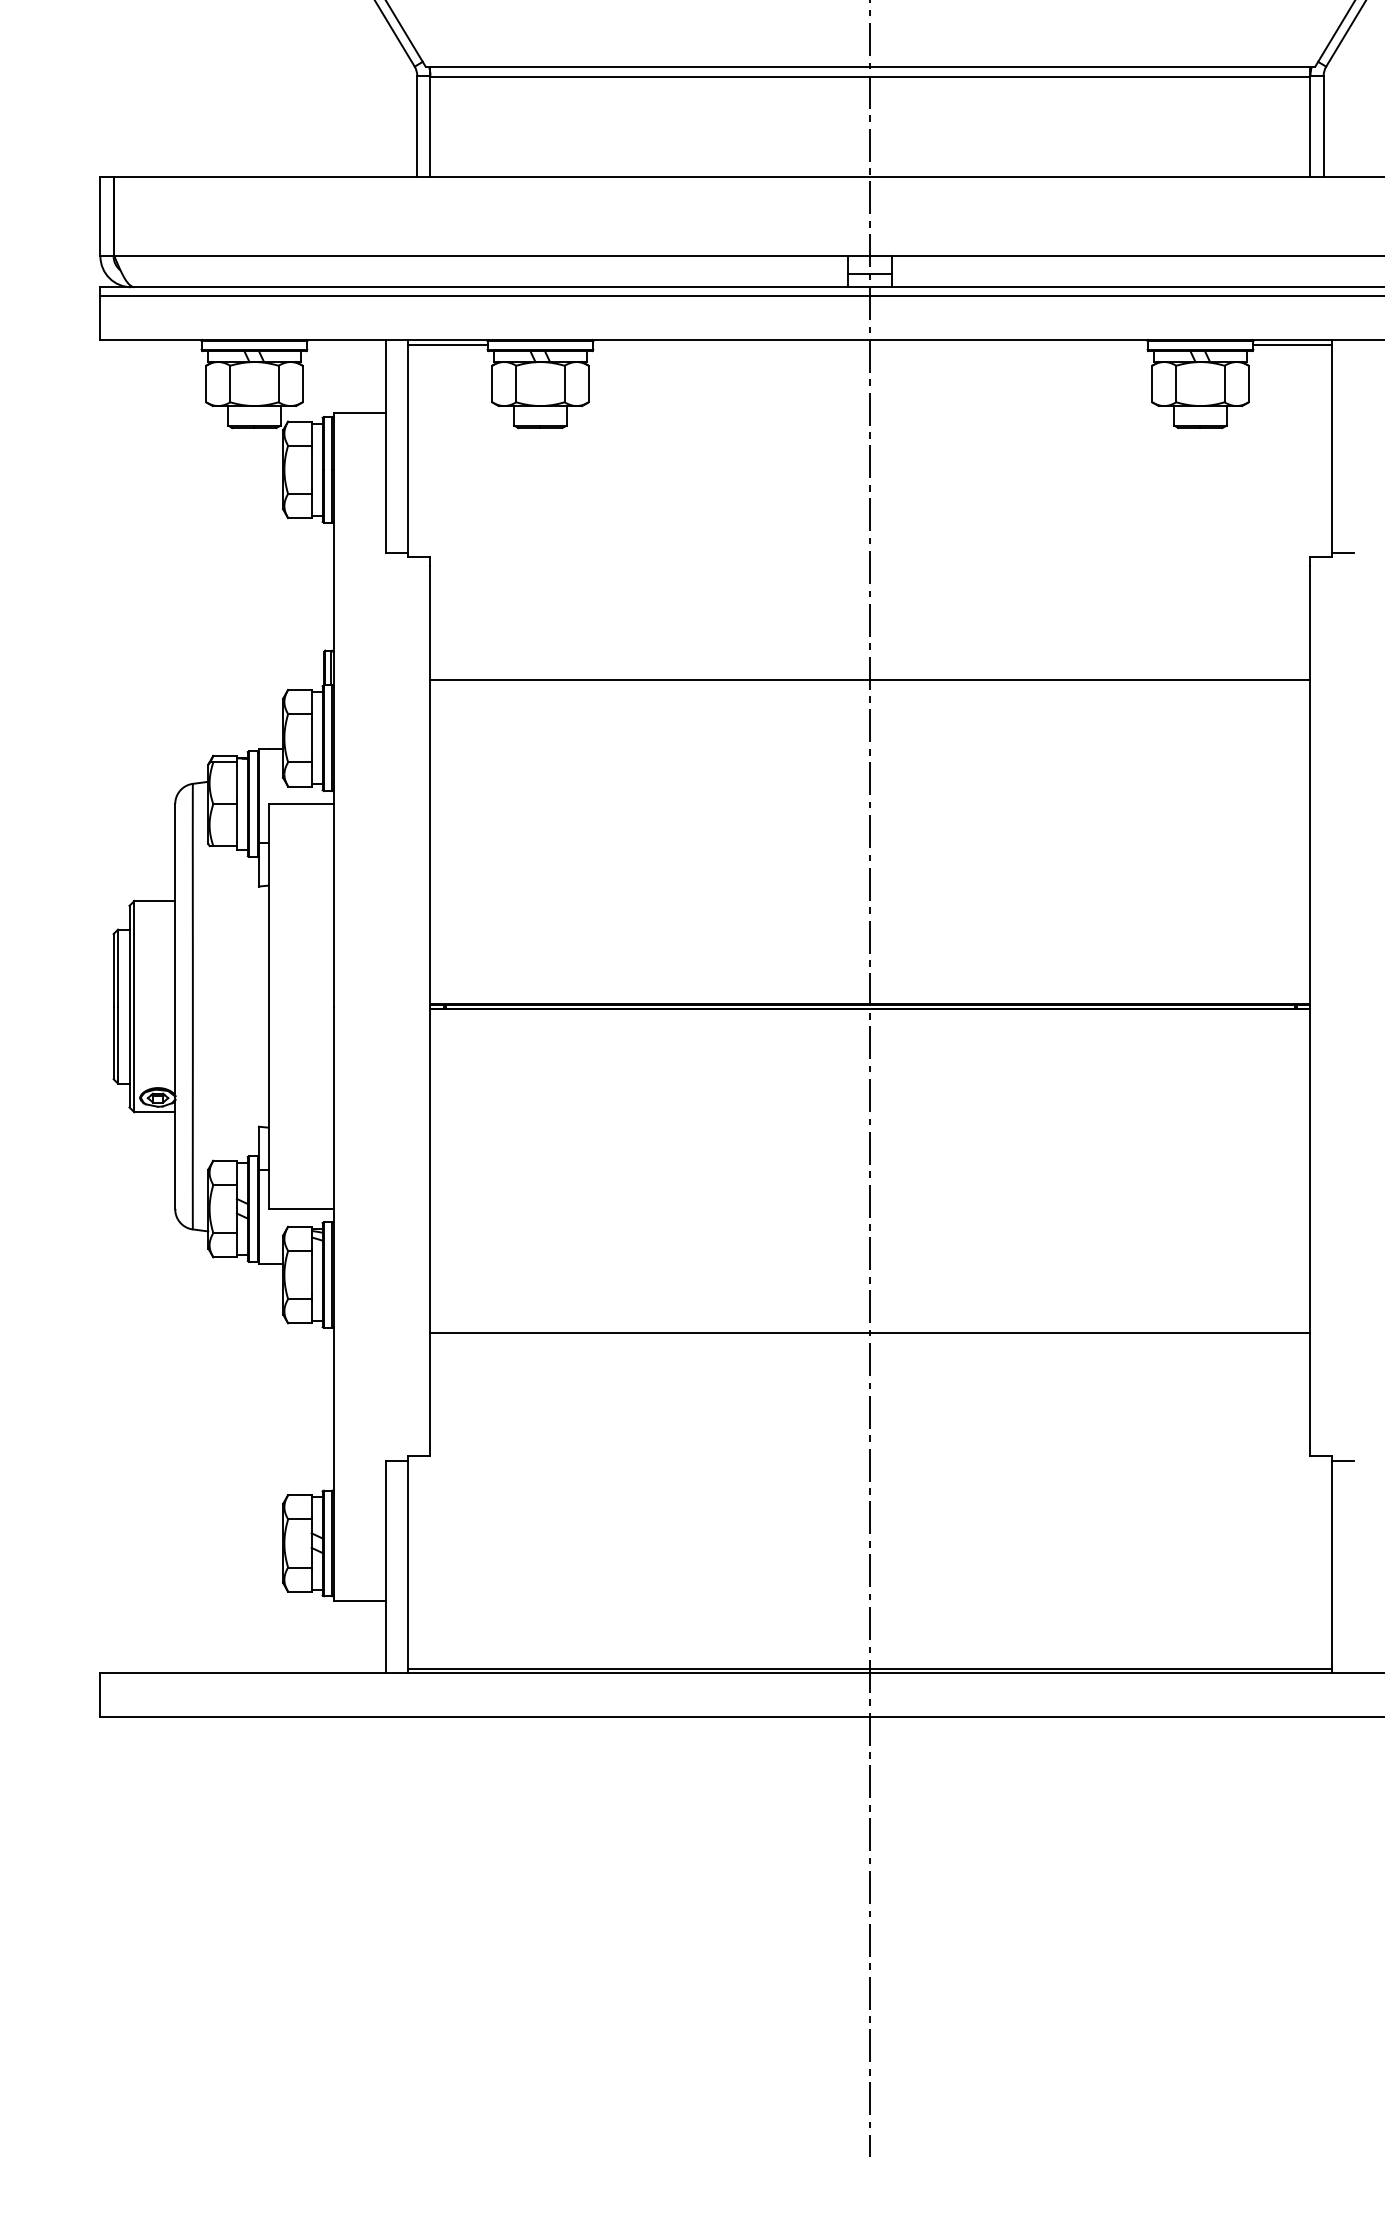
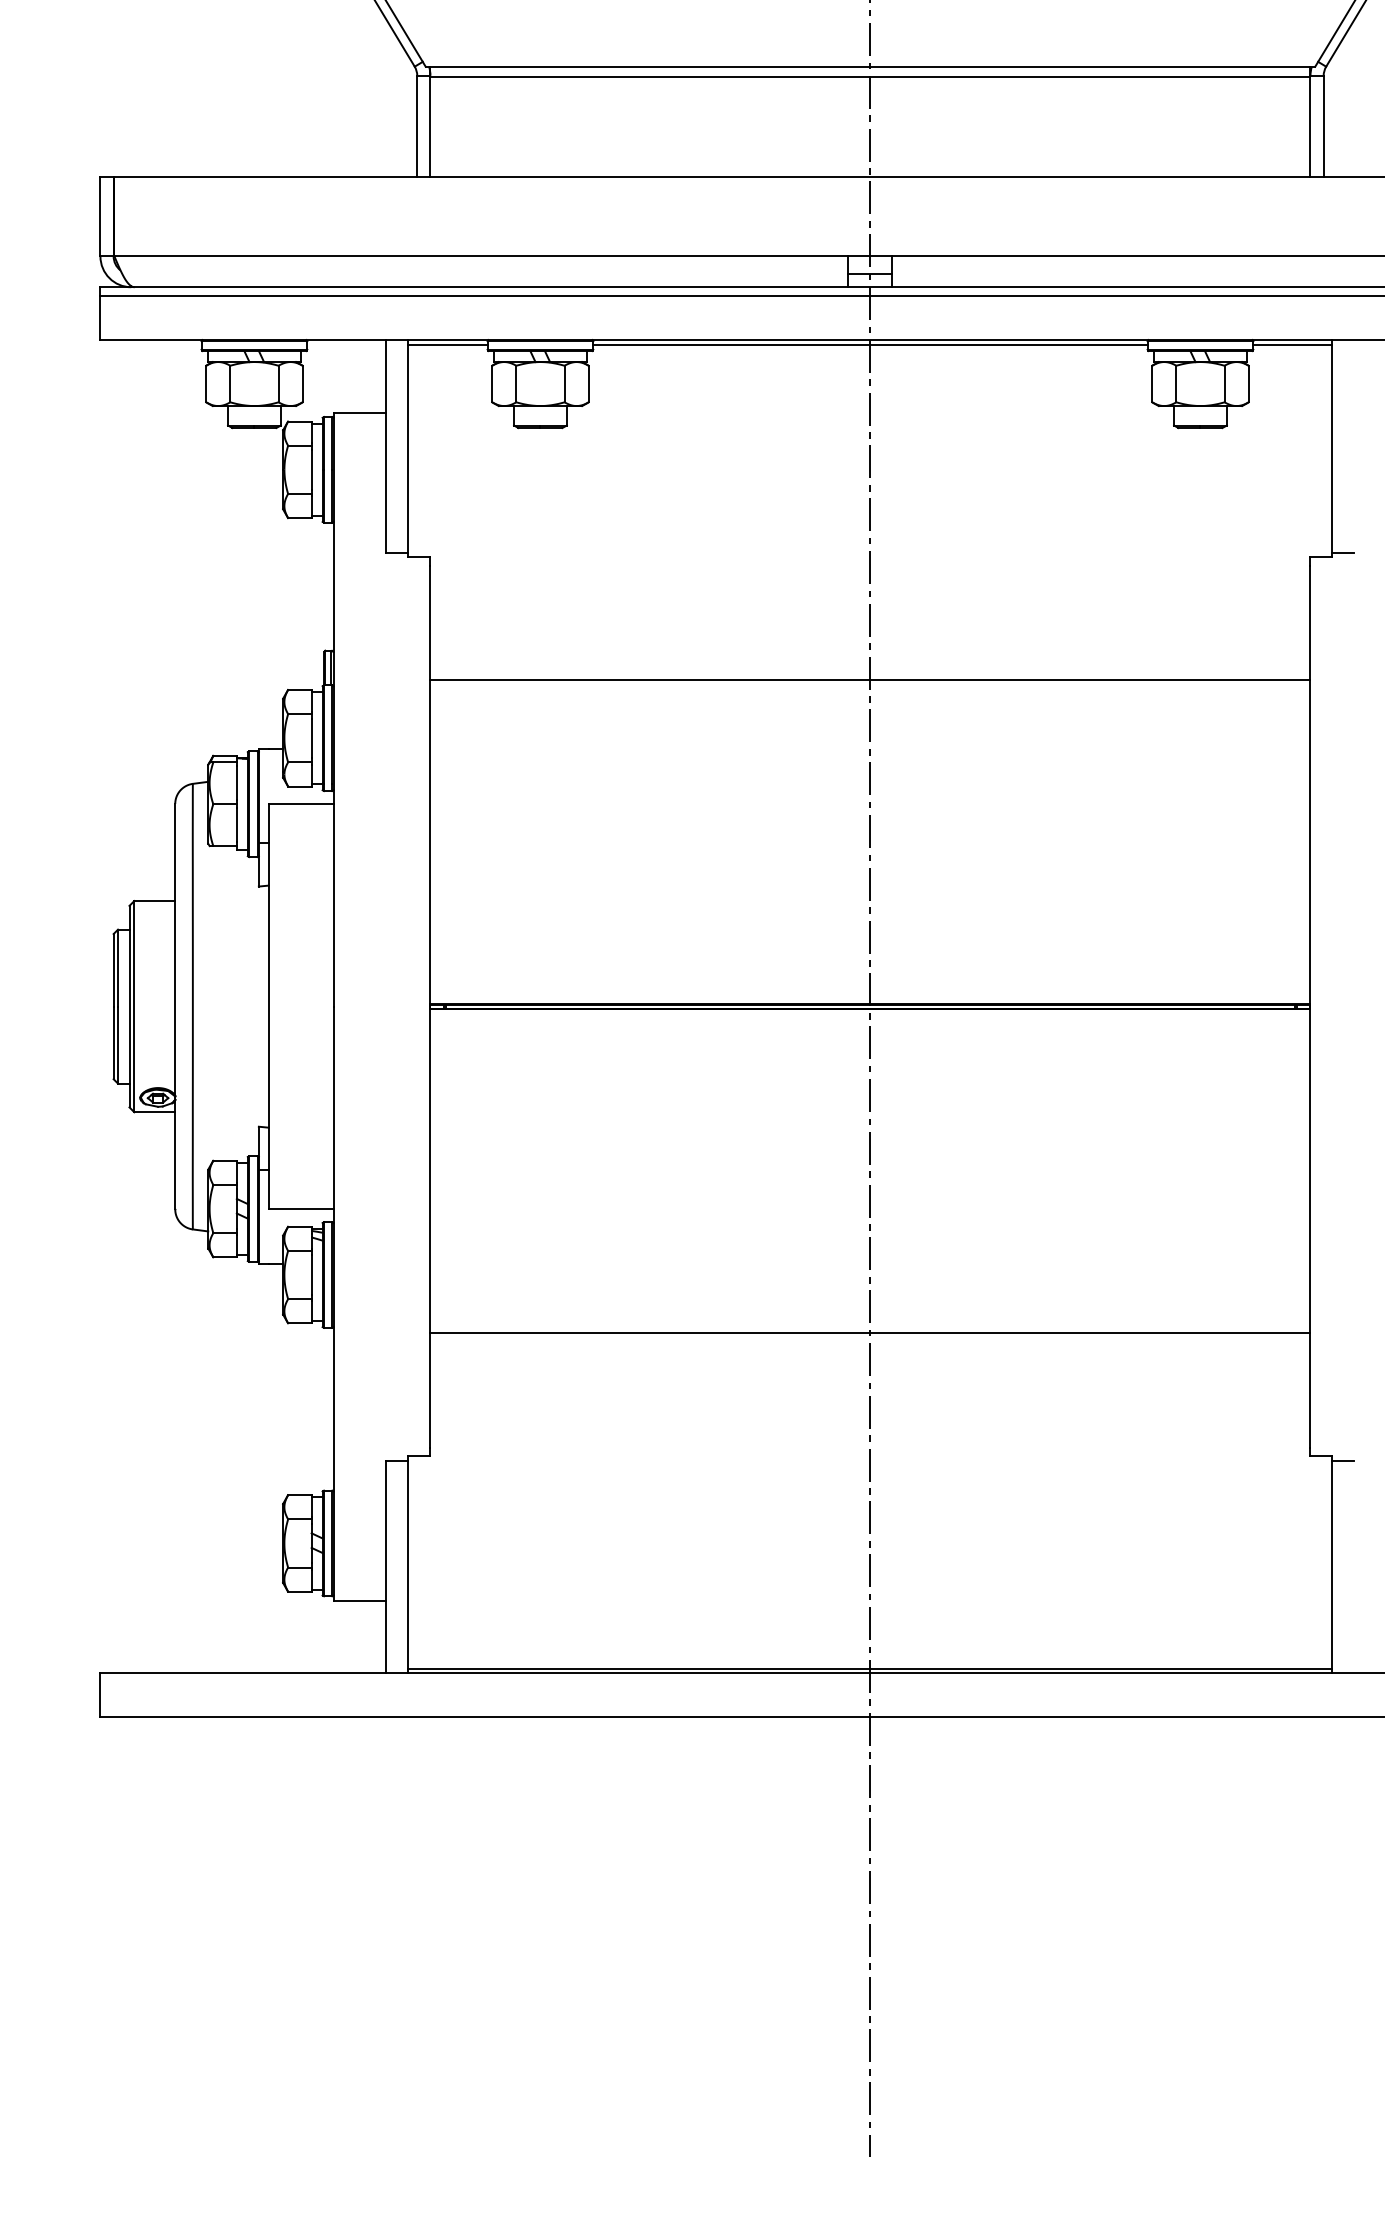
line at (870, 344): none -> present
